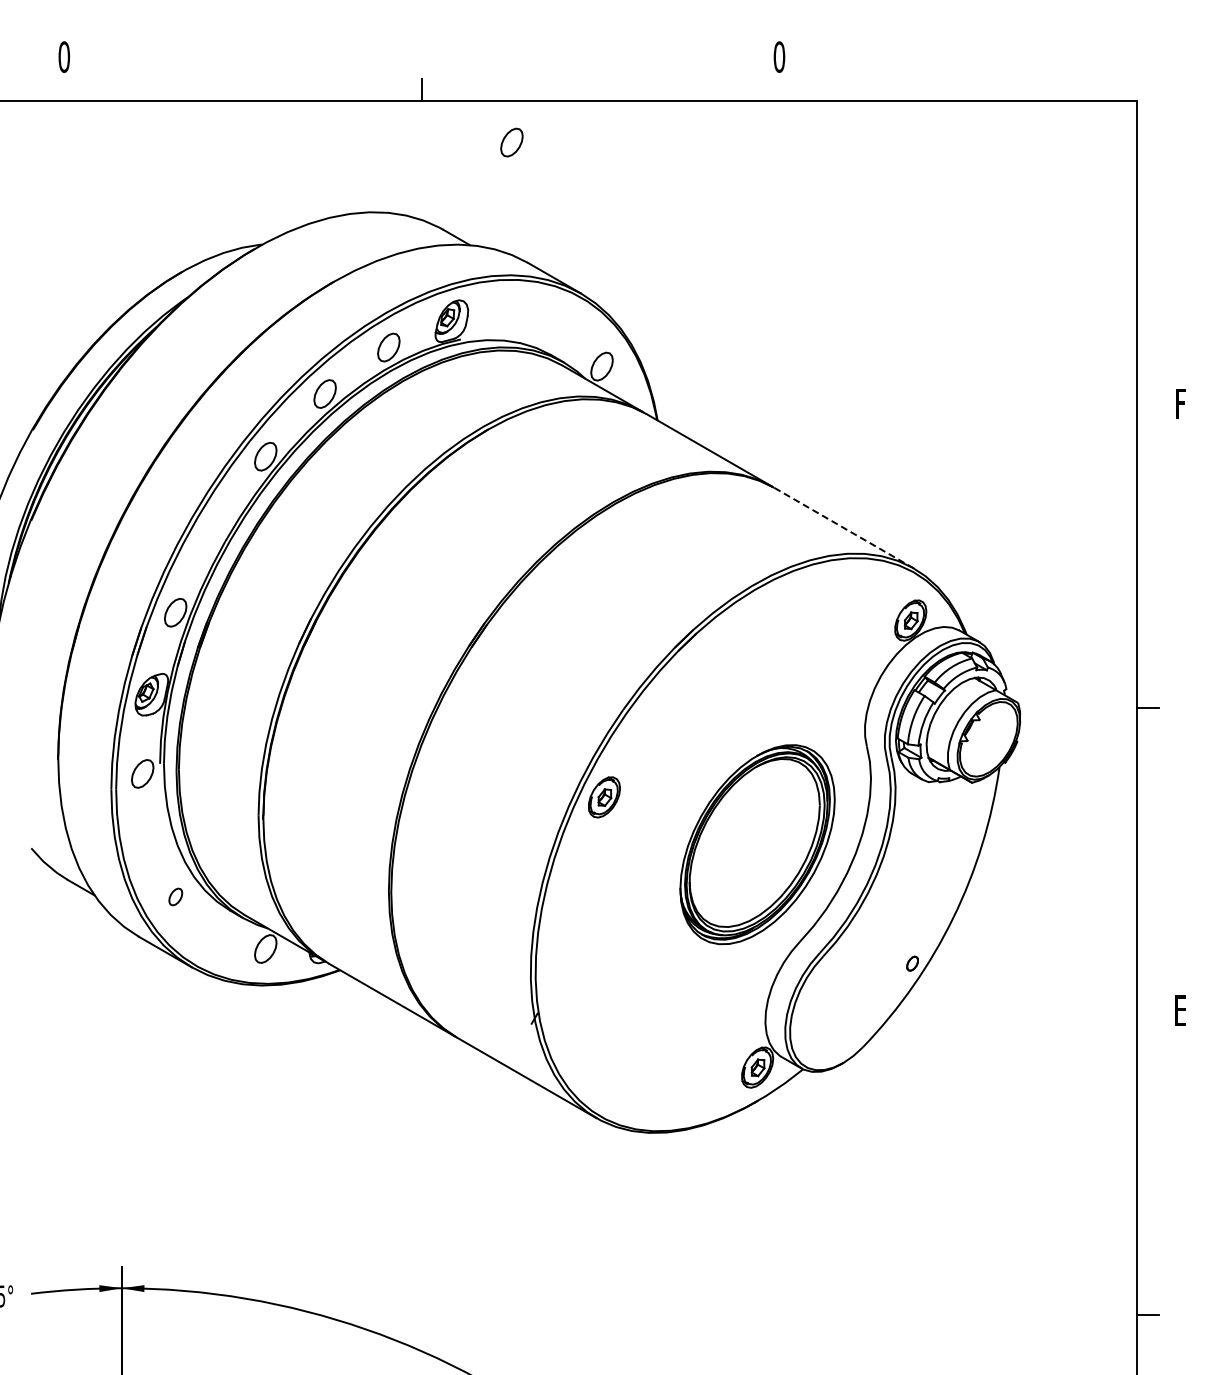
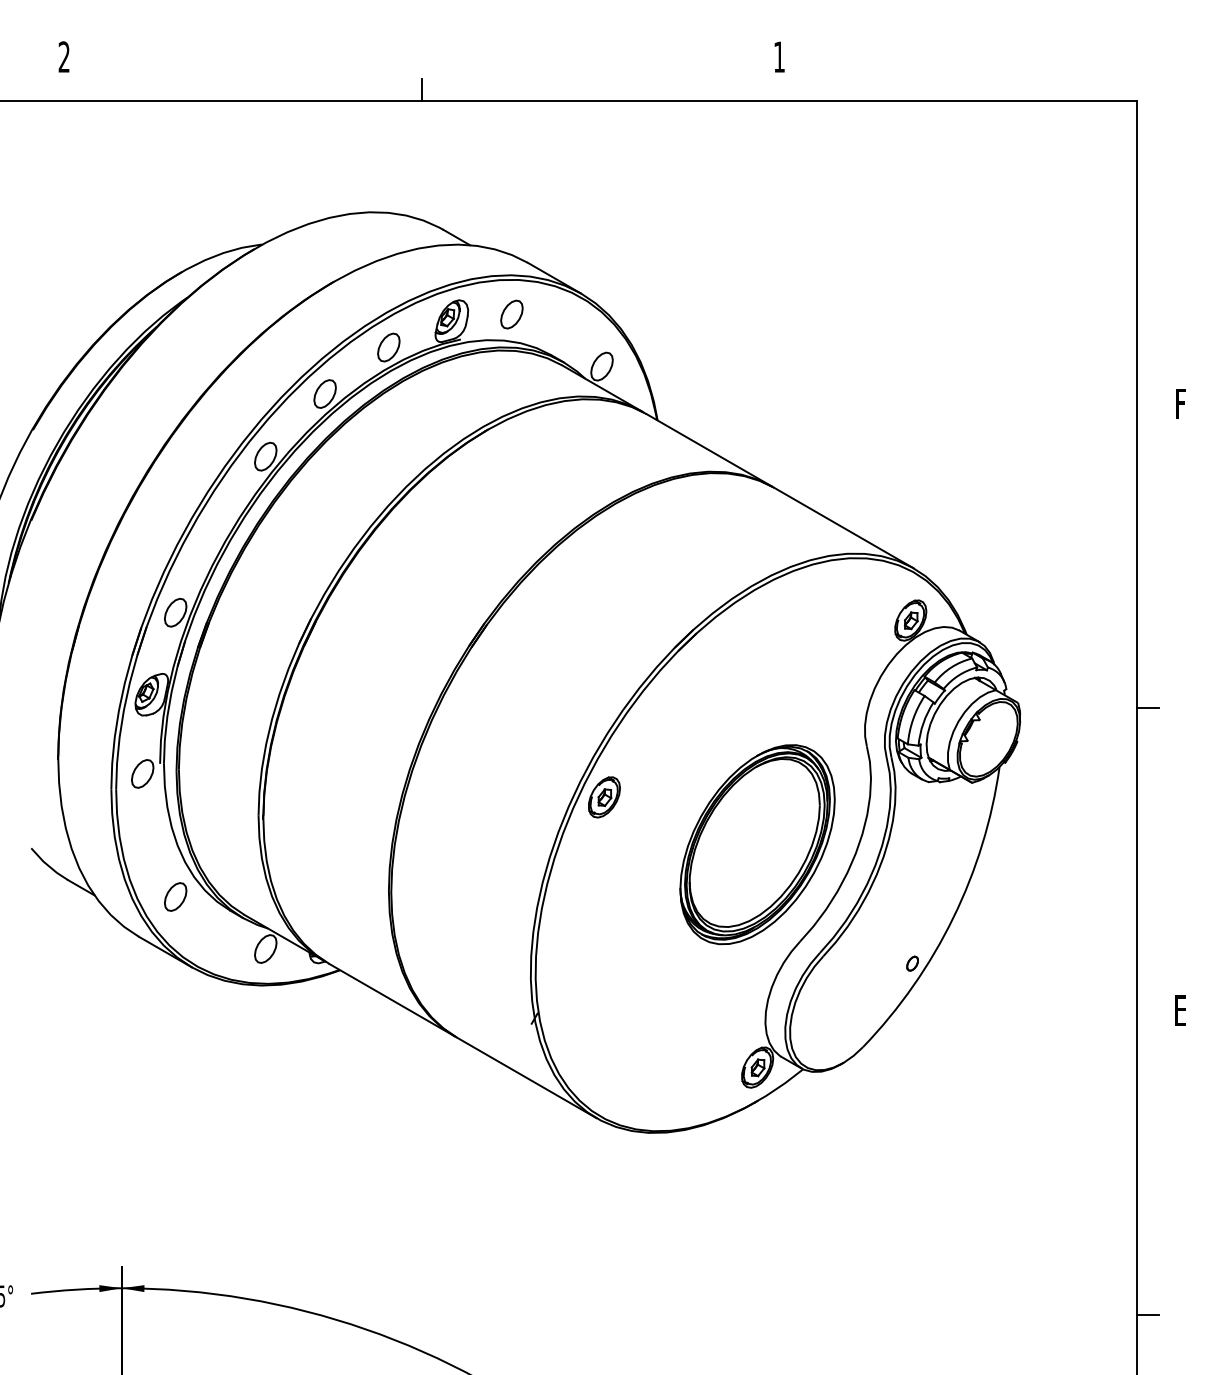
text at (64, 56): 0 -> 2
text at (779, 56): 0 -> 1
part at (511, 142) position: (511, 142) -> (511, 314)
line at (844, 528): dashed -> solid
part at (175, 896) size: 16x20 px -> 24x30 px
